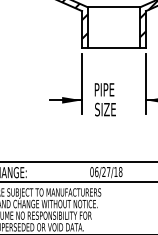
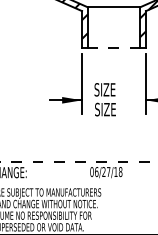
line at (113, 47): solid -> dashed
text at (104, 89): PIPE -> SIZE
line at (79, 162): solid -> dashed
line at (78, 182): present -> none
